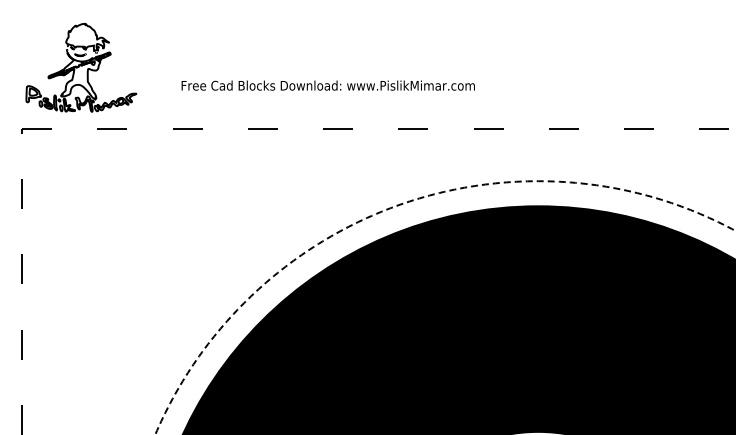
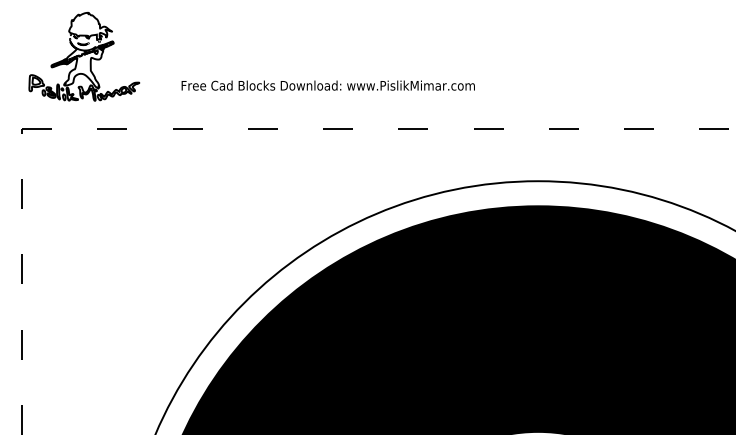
part at (81, 67) position: (81, 67) -> (84, 56)
circle at (445, 307): dashed -> solid
